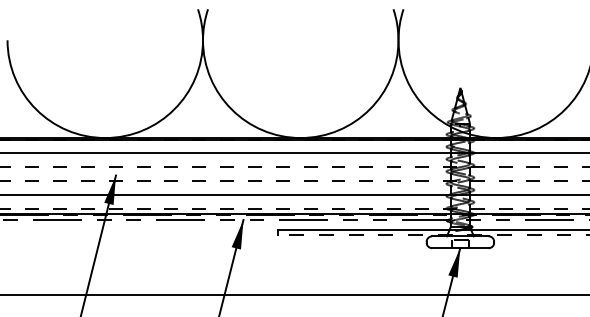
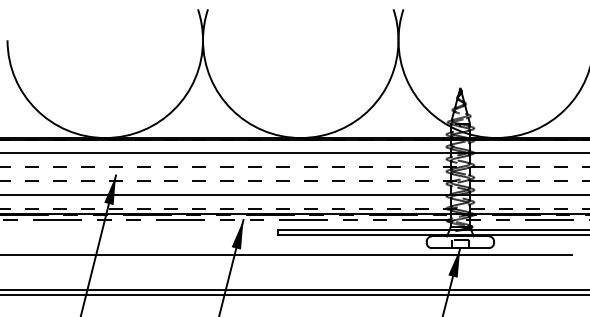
line at (433, 234): dashed -> solid
line at (287, 254): none -> present
line at (294, 289): none -> present
